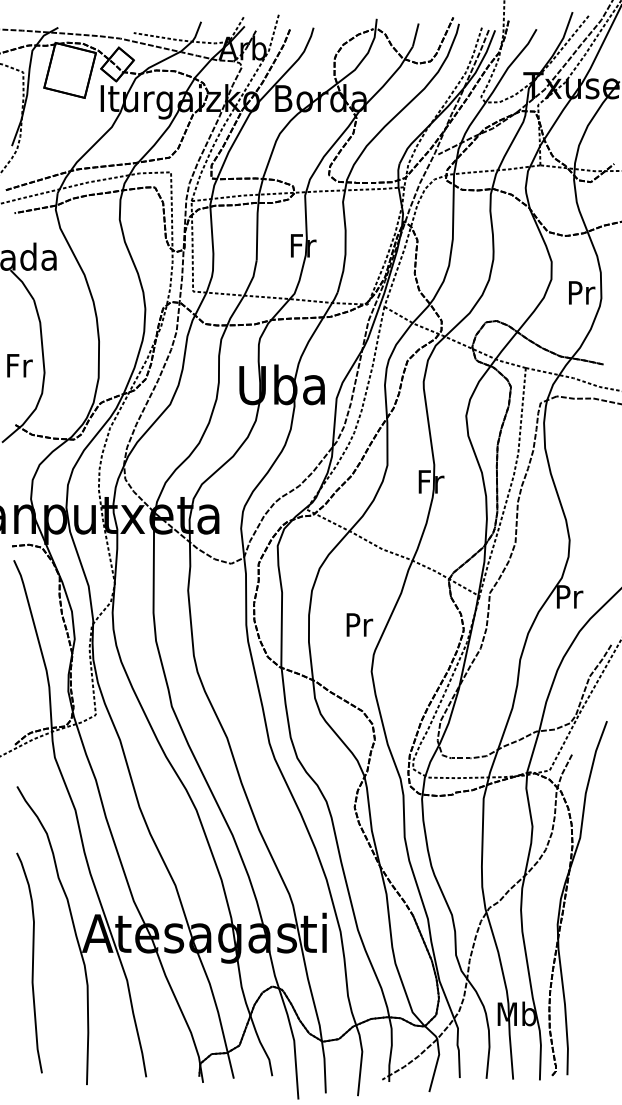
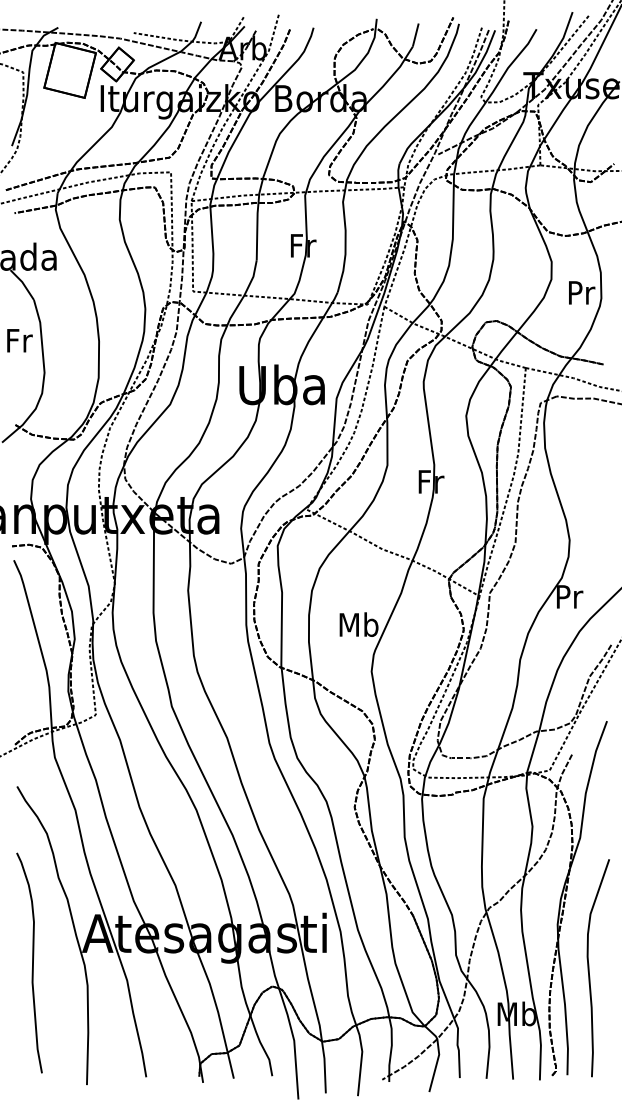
text at (19, 365) position: (19, 365) -> (19, 340)
text at (358, 624): Pr -> Mb
curve at (589, 968): none -> present
